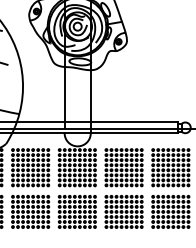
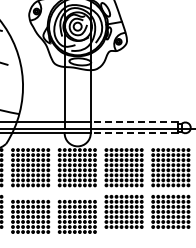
line at (134, 122): solid -> dashed
line at (134, 133): solid -> dashed
part at (53, 211) position: (53, 211) -> (53, 216)
